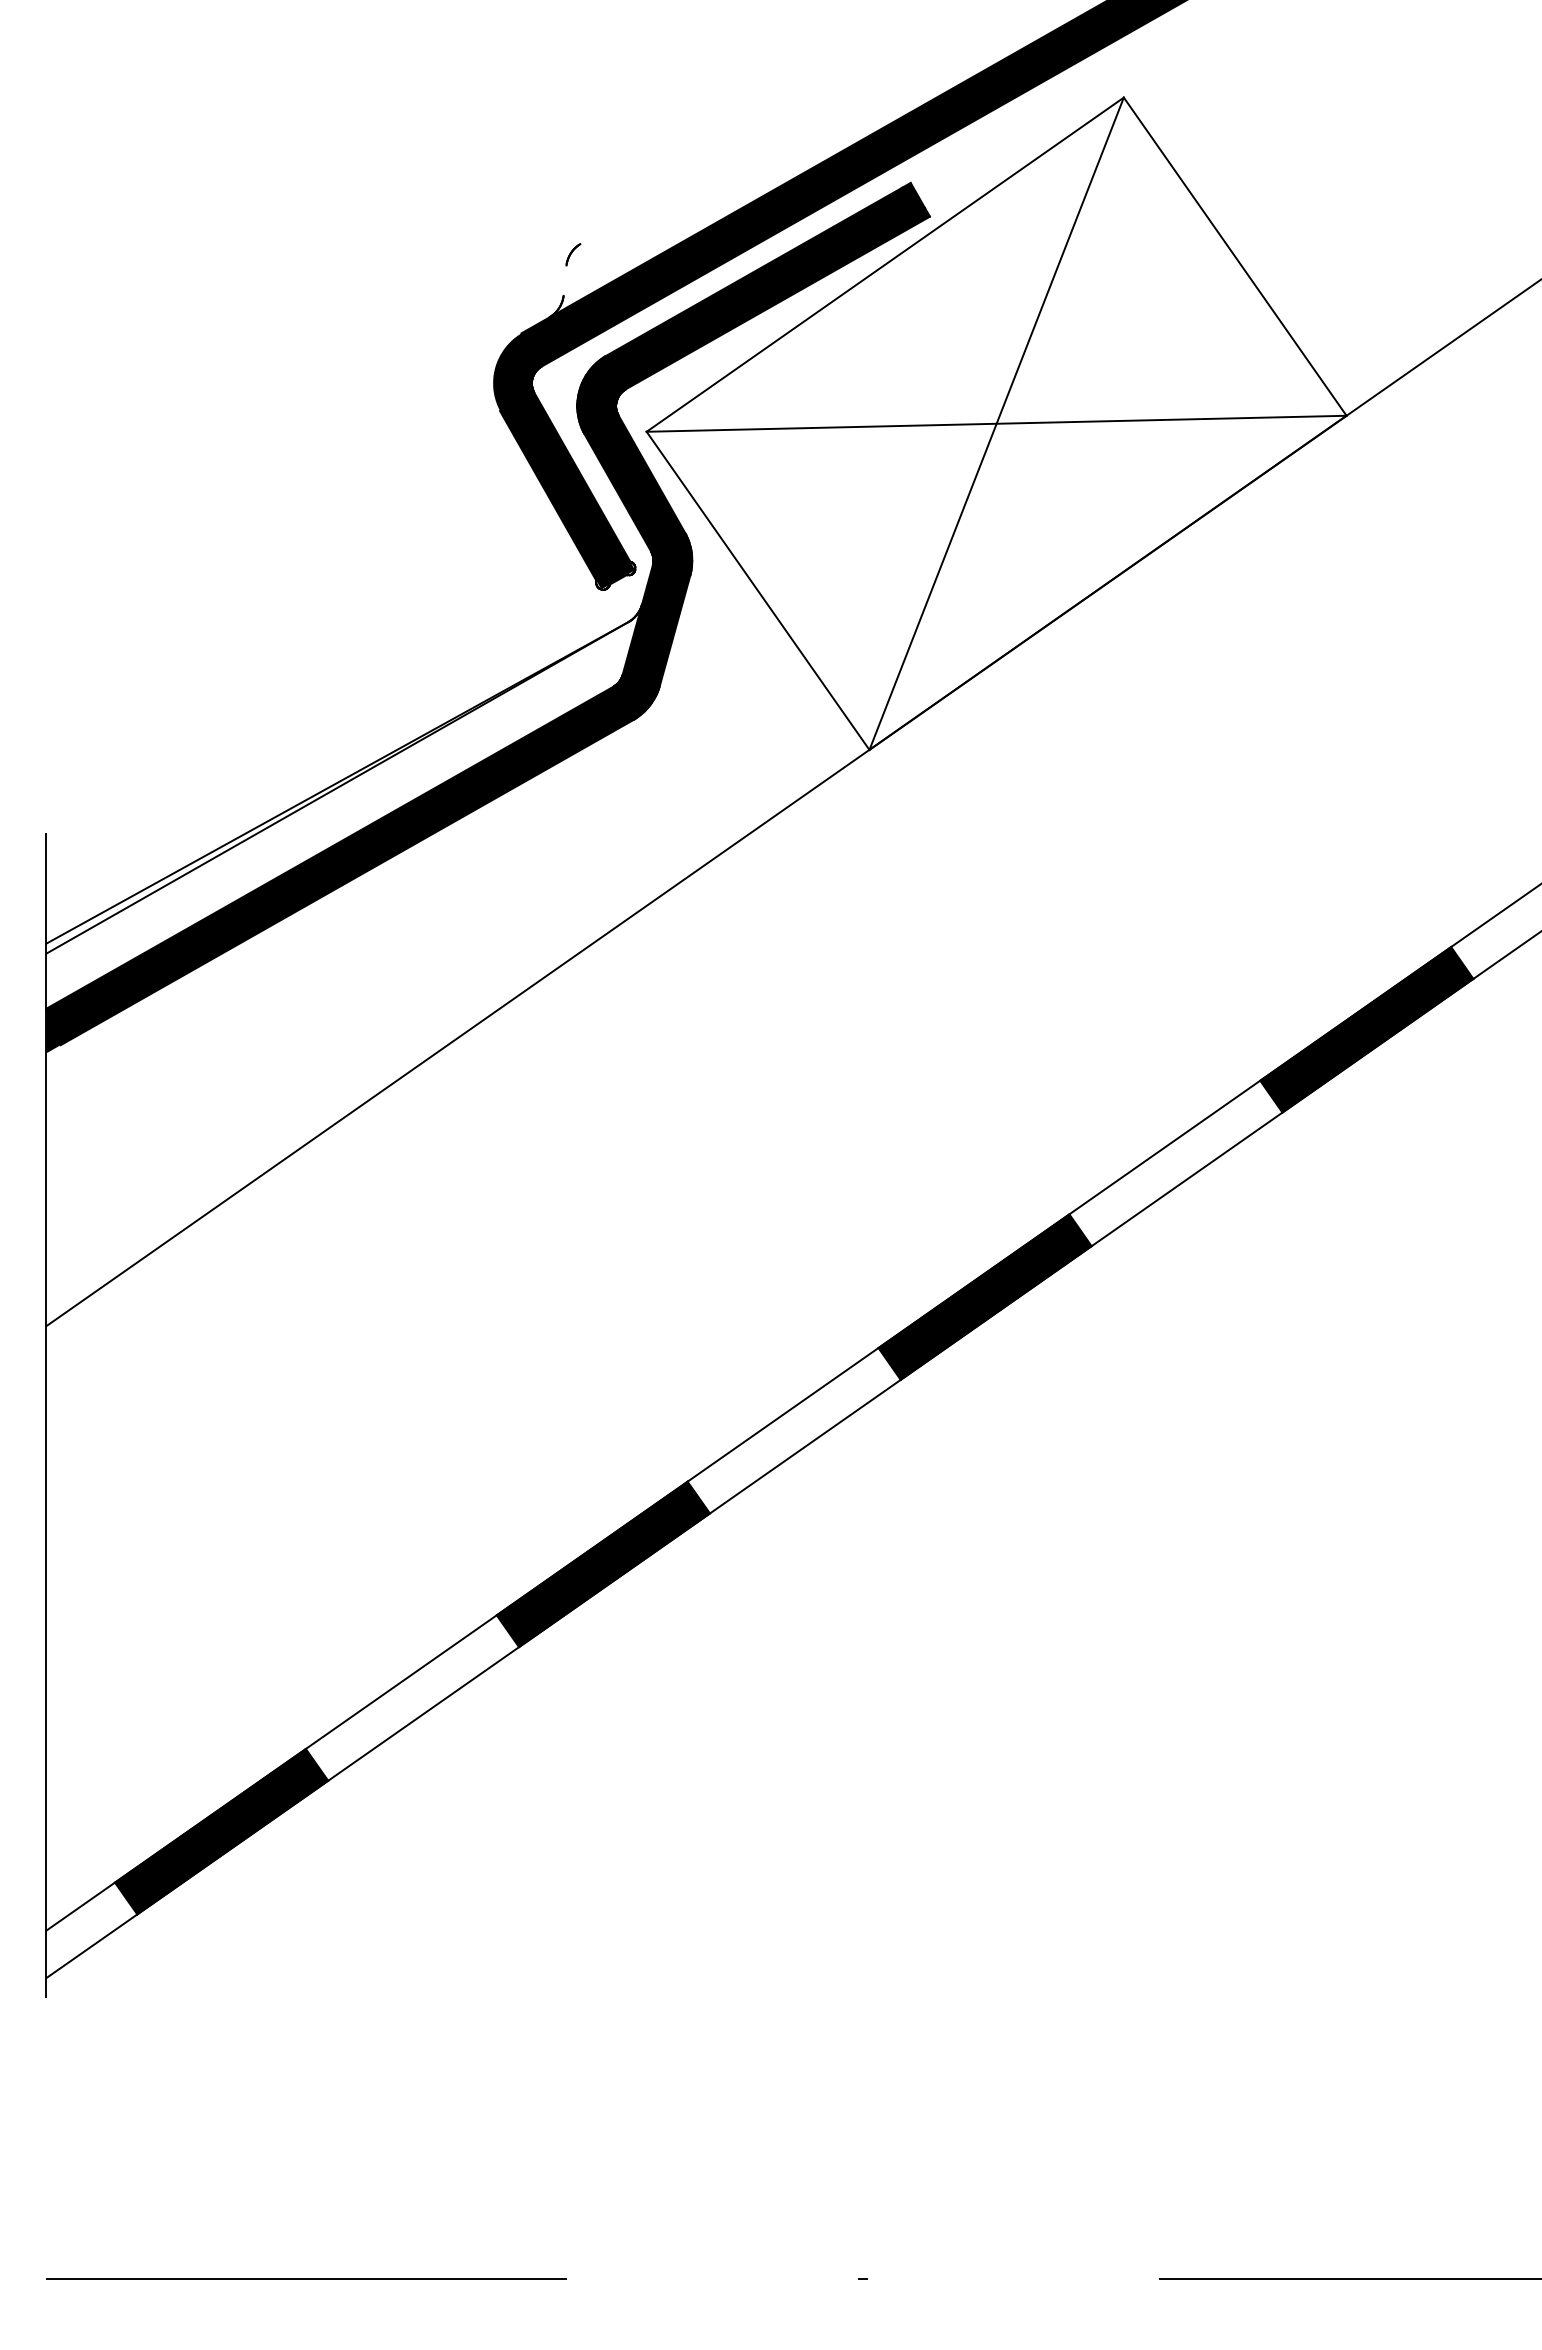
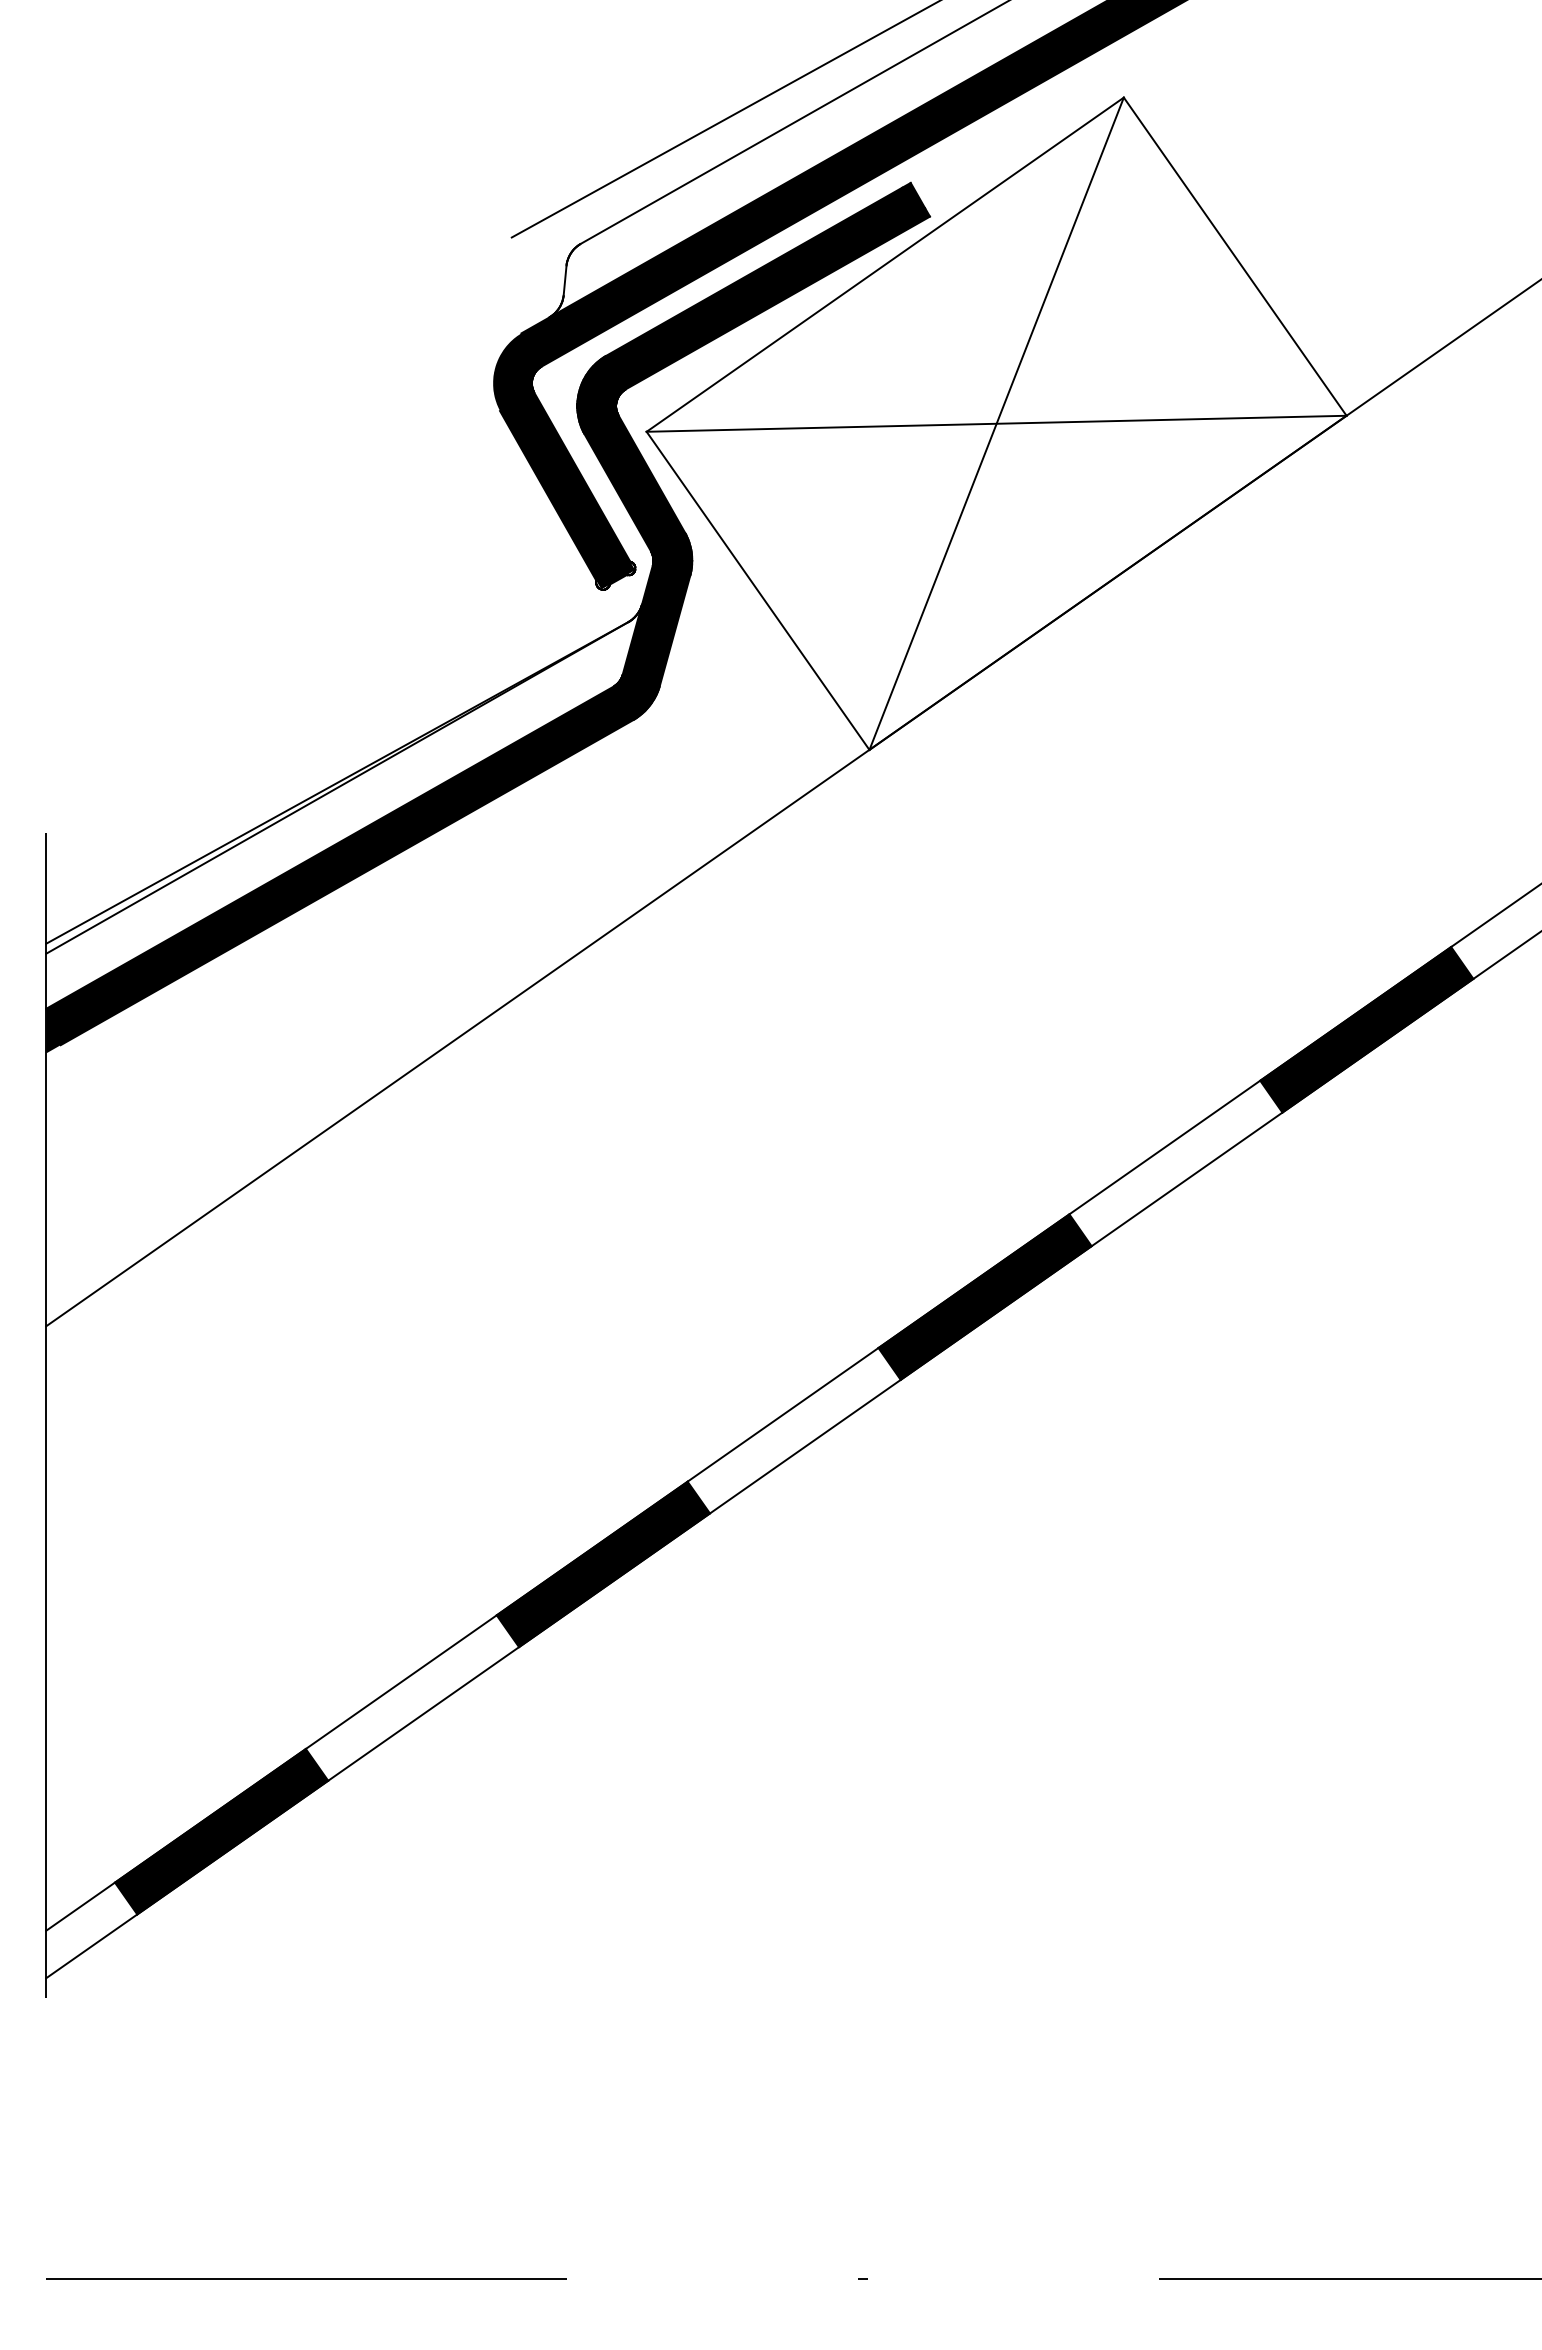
line at (724, 119): none -> present
line at (793, 123): none -> present
line at (564, 280): none -> present
